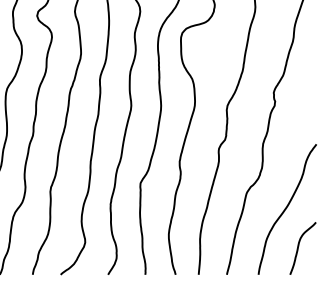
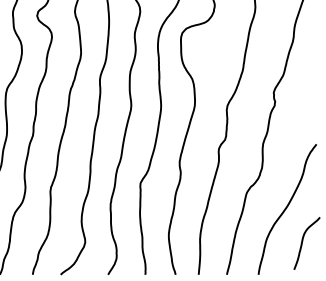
curve at (299, 246) position: (299, 246) -> (303, 241)
